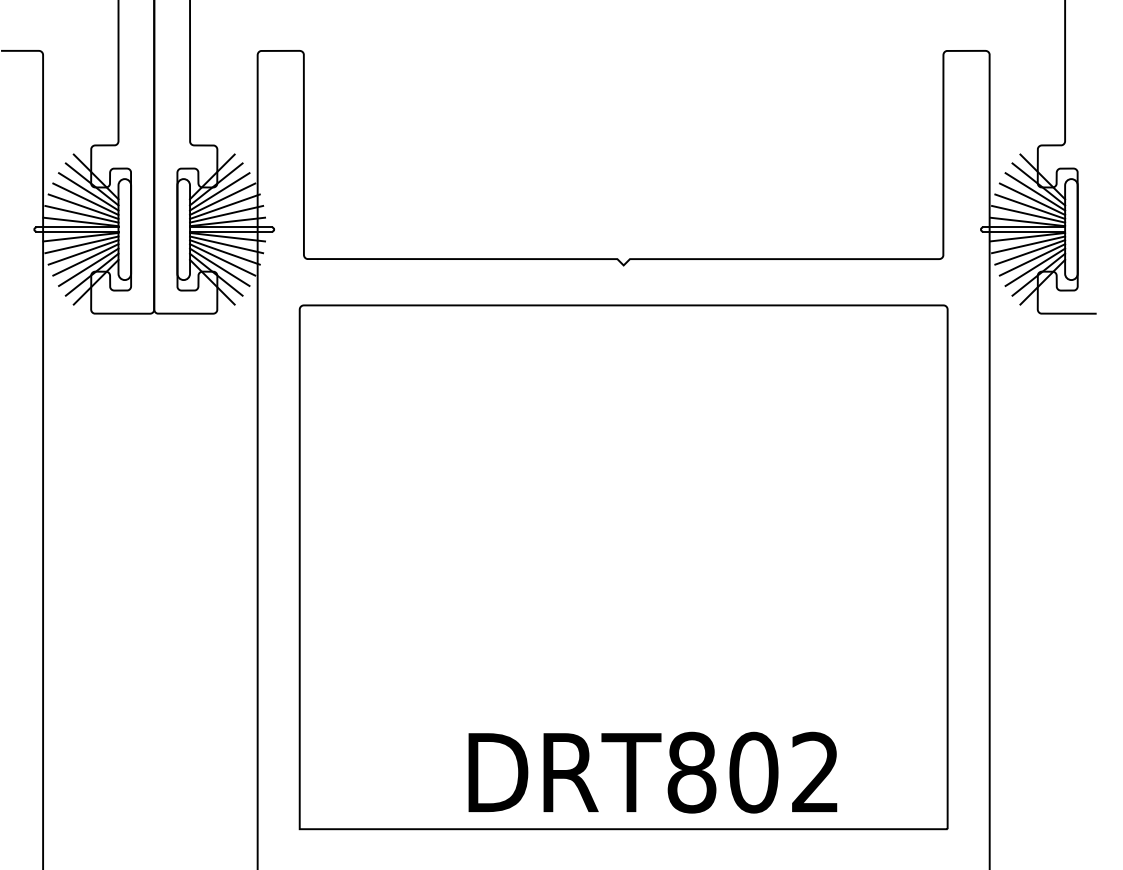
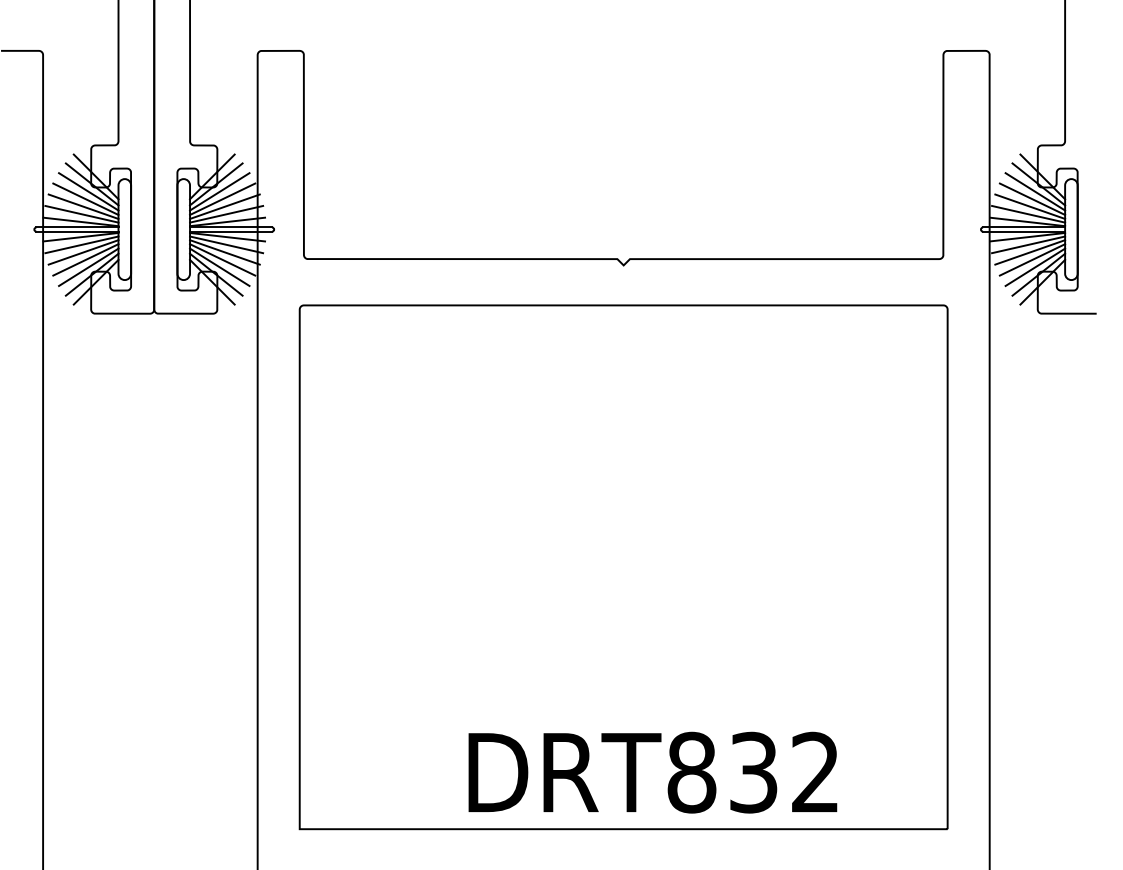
text at (753, 772): DRT802 -> DRT832
